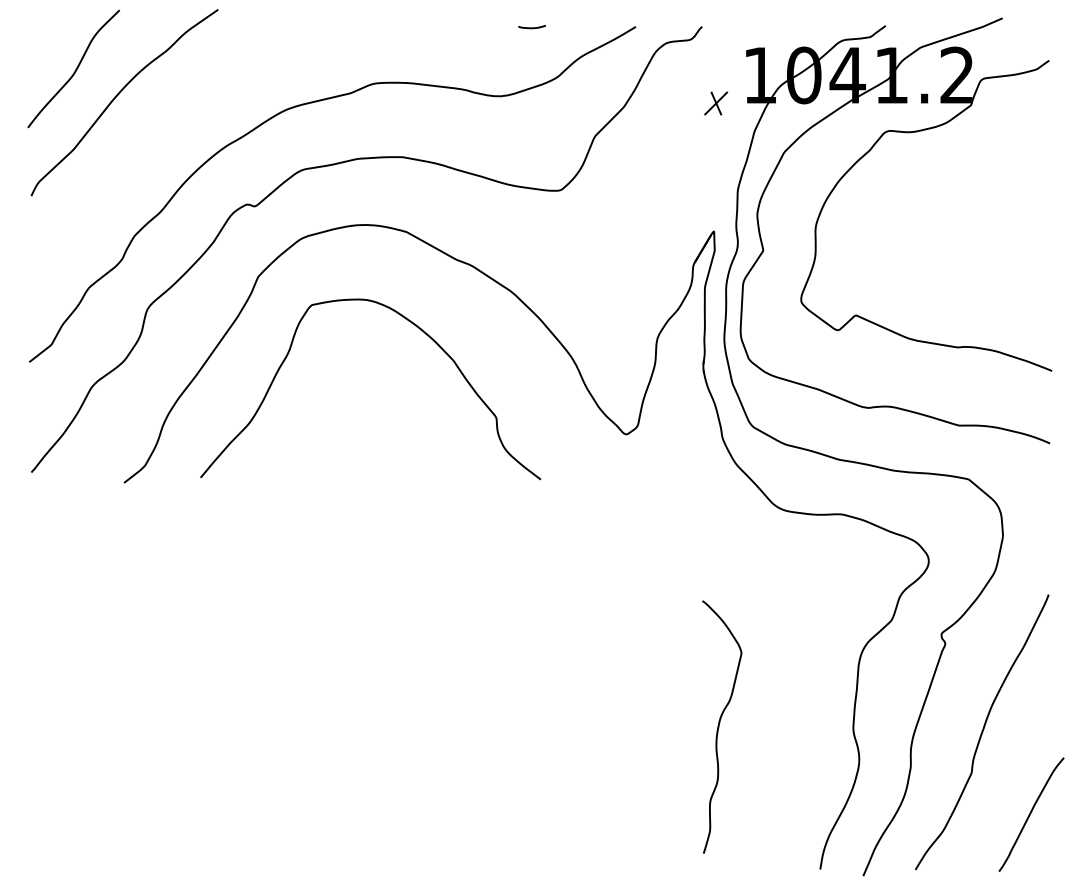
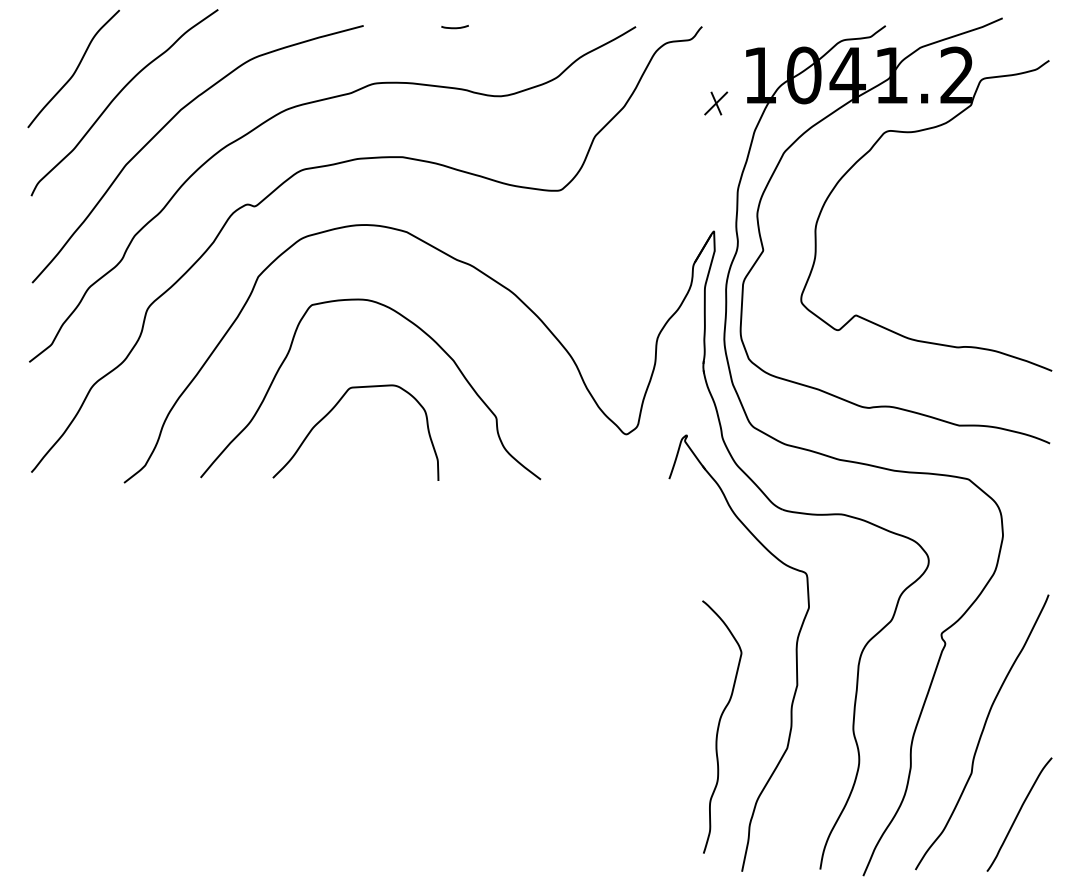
curve at (531, 27) position: (531, 27) -> (454, 27)
curve at (167, 124): none -> present
curve at (333, 409): none -> present
part at (795, 652): none -> present
curve at (1031, 813) position: (1031, 813) -> (1019, 813)
